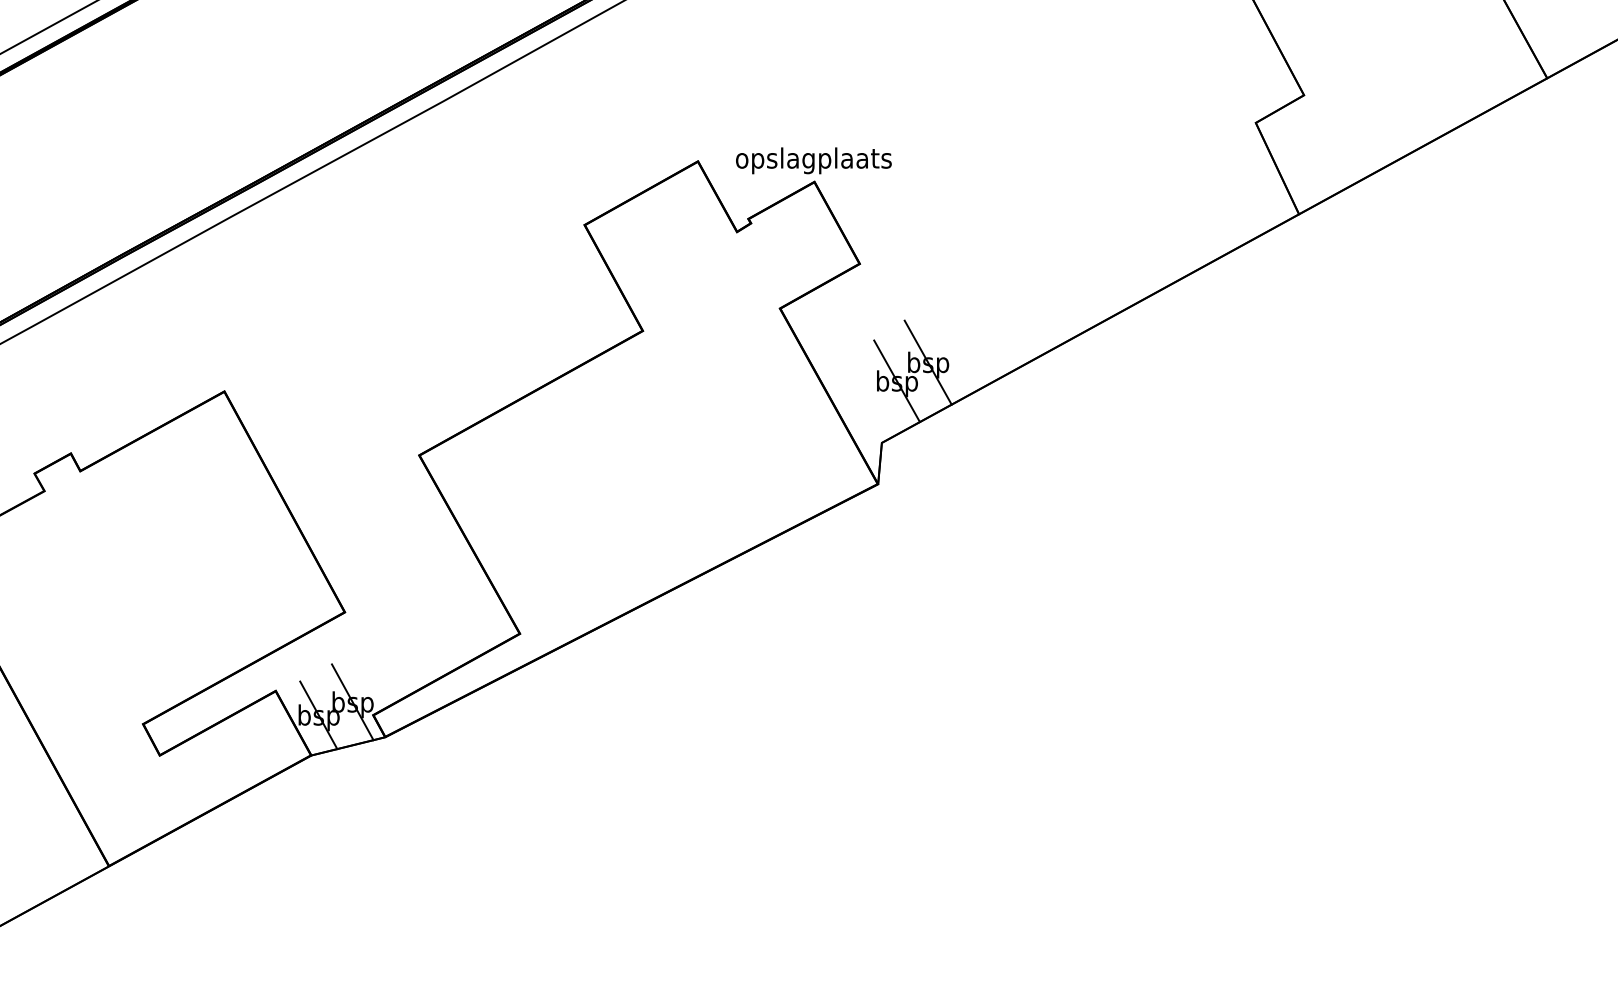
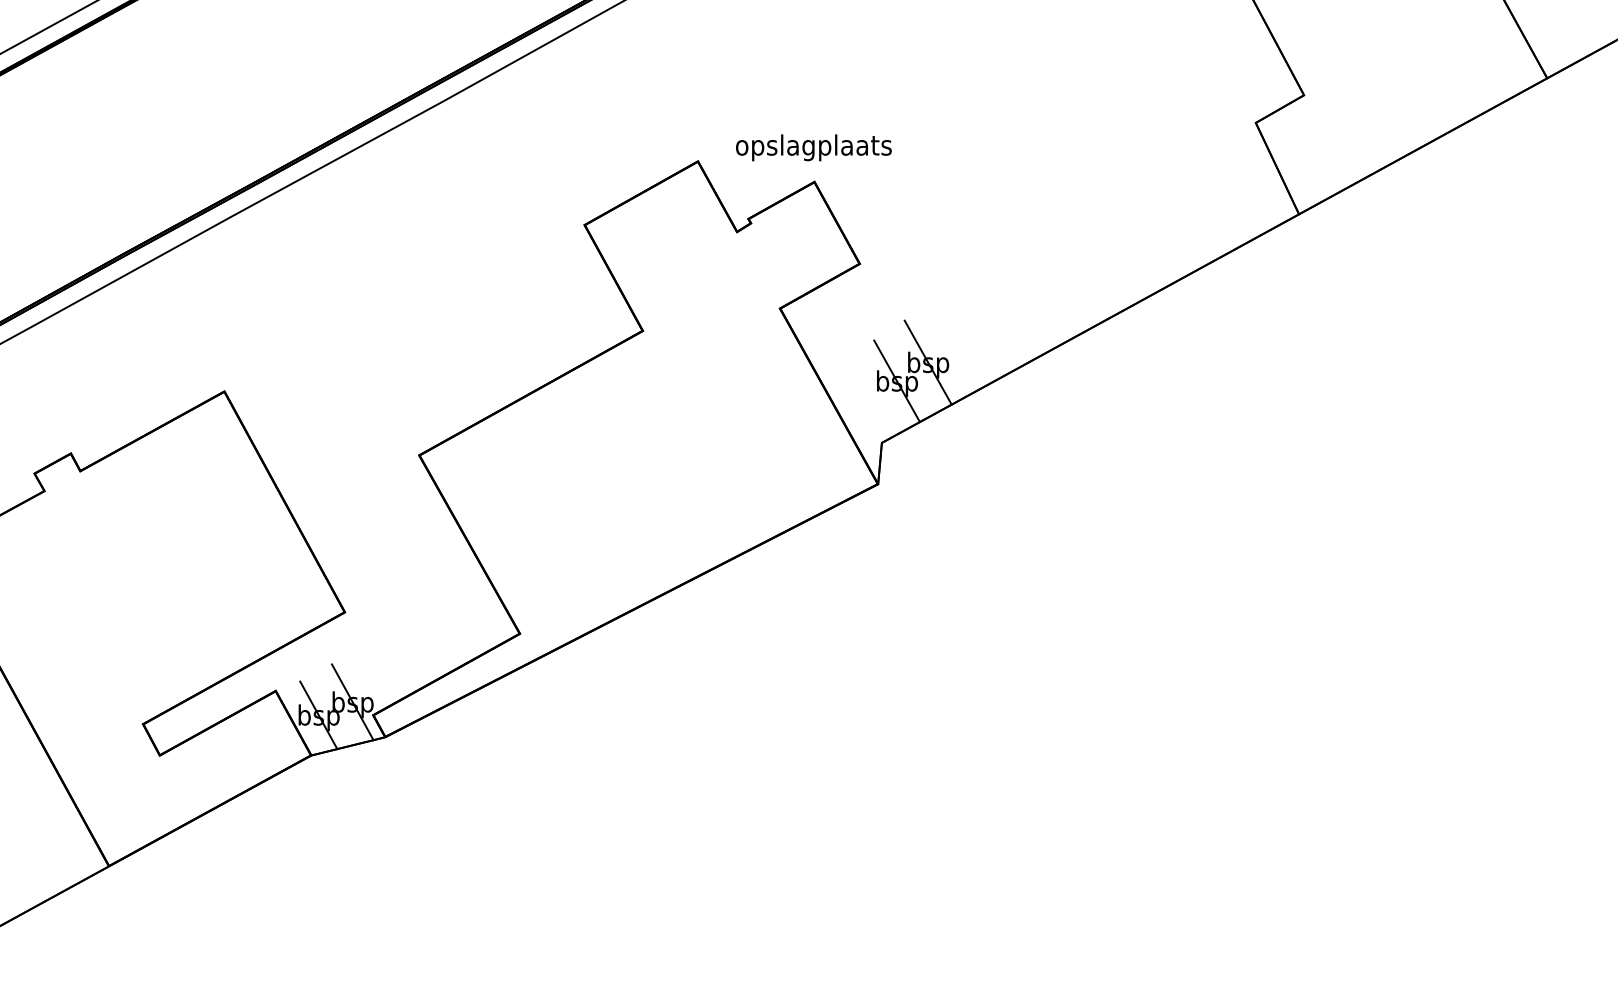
text at (813, 160) position: (813, 160) -> (813, 147)
